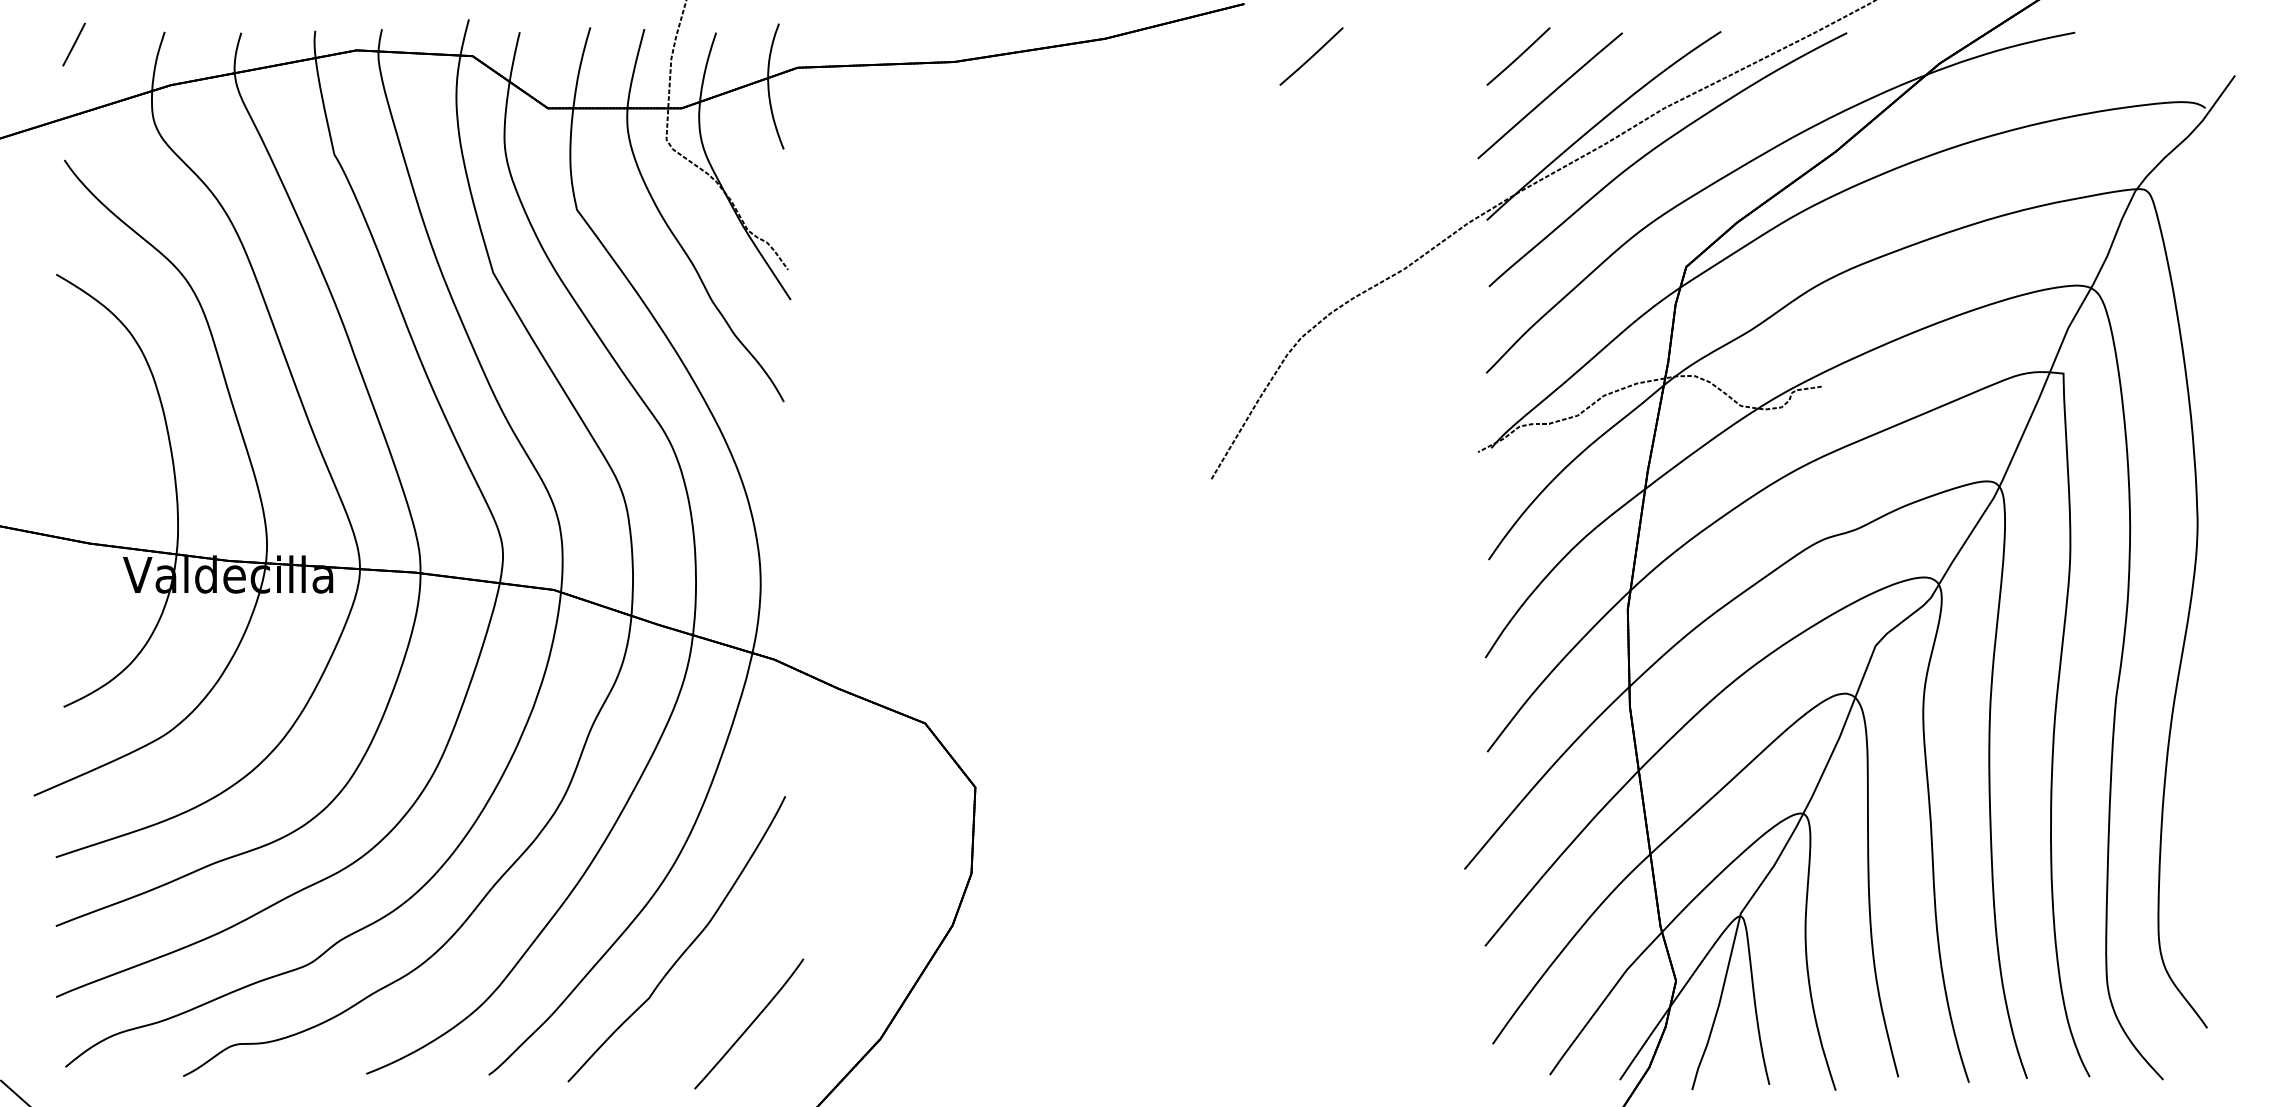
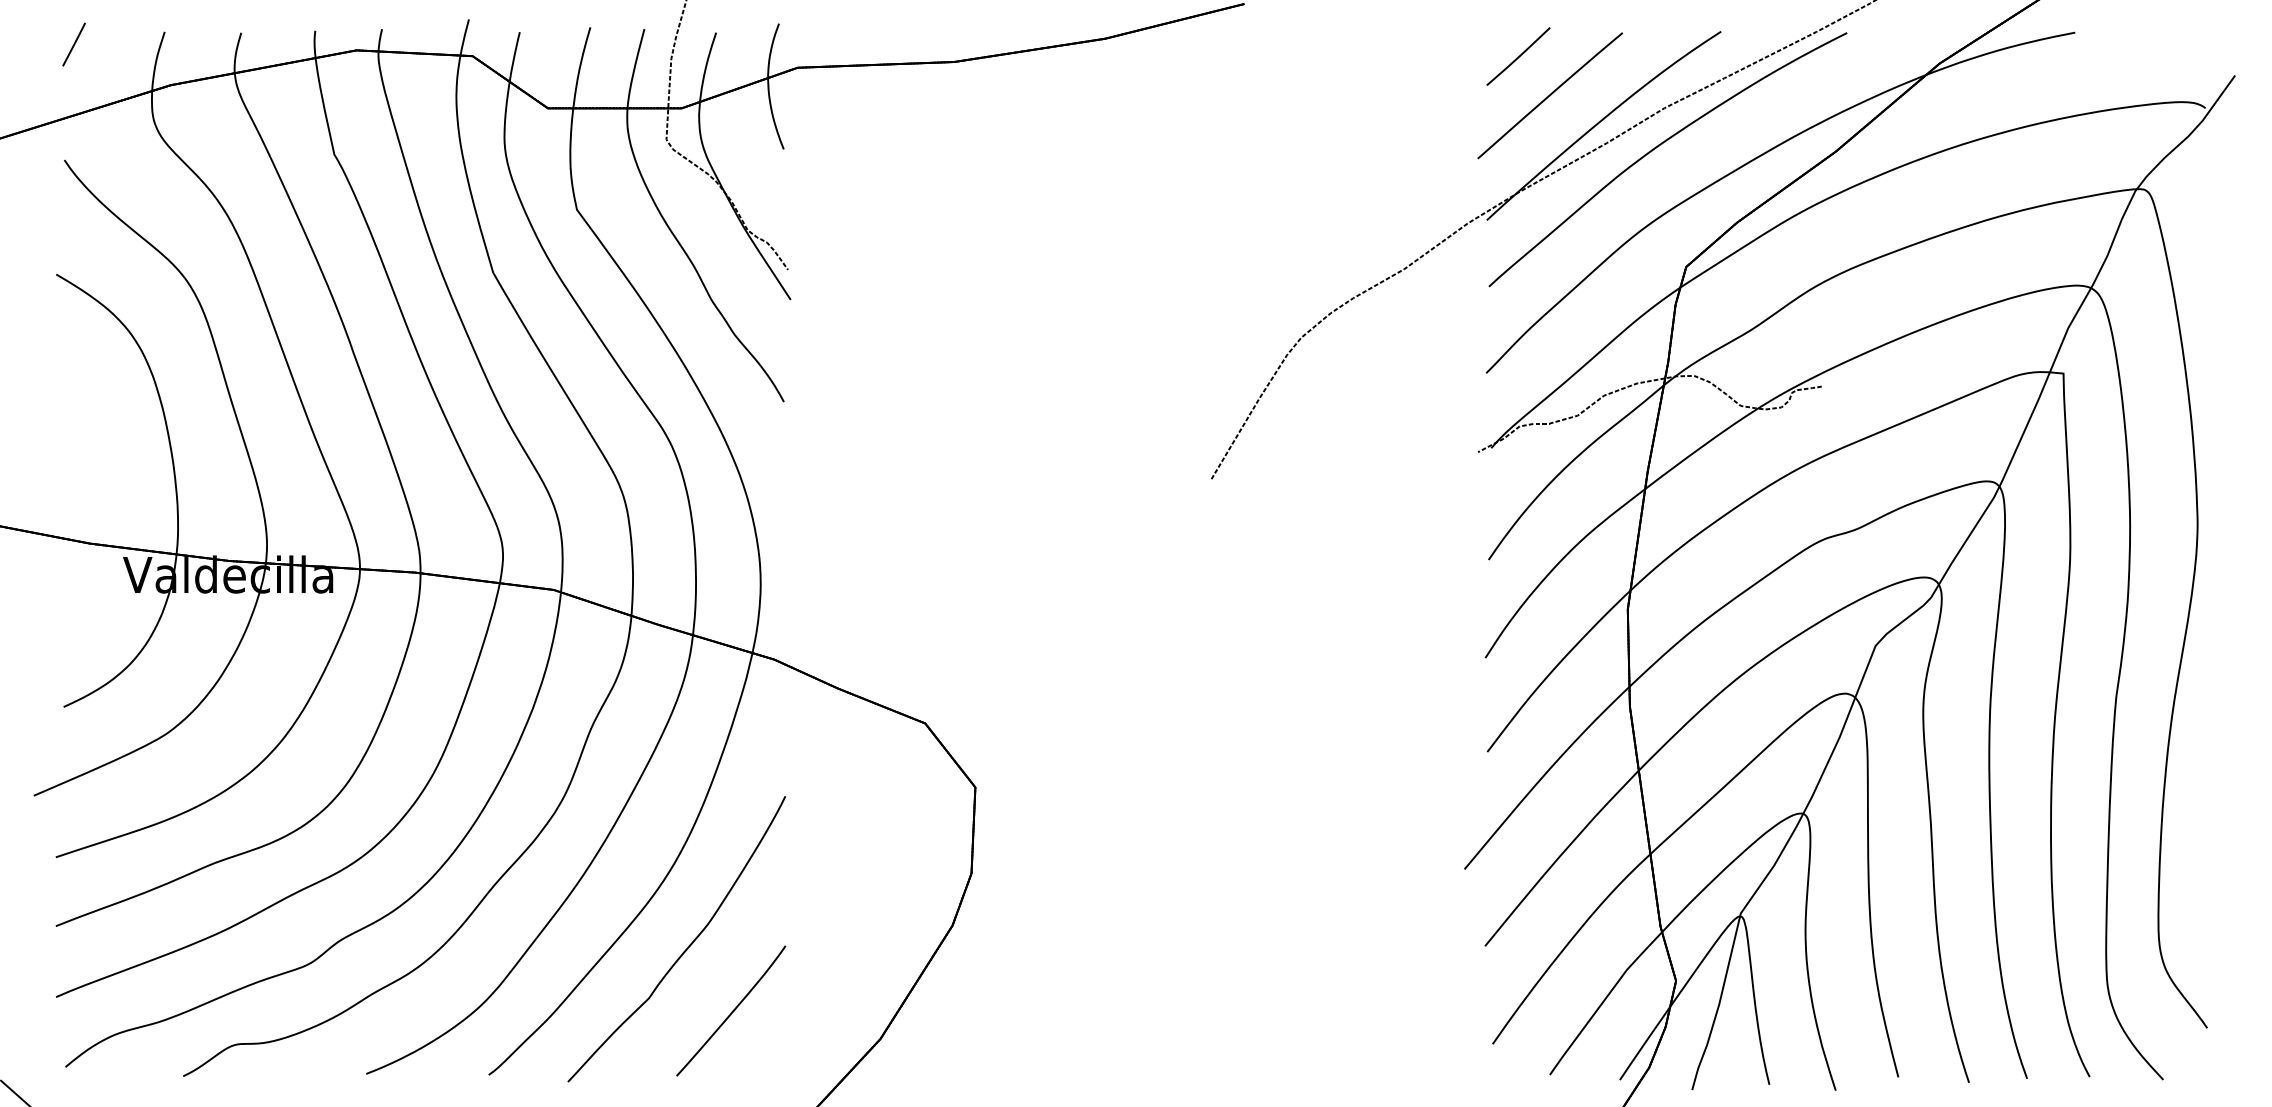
line at (1311, 56): present -> none
curve at (750, 1023) position: (750, 1023) -> (732, 1010)
